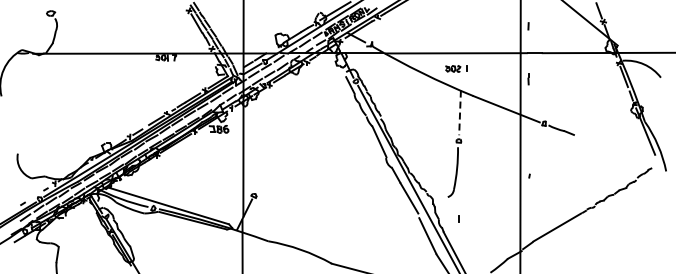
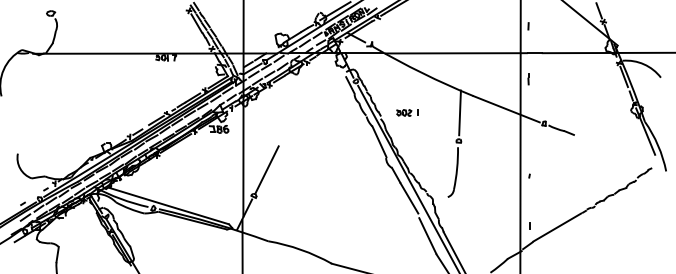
part at (456, 68) position: (456, 68) -> (407, 112)
line at (460, 113): dashed -> solid
line at (266, 169): none -> present
line at (458, 218) position: (458, 218) -> (529, 225)
